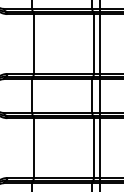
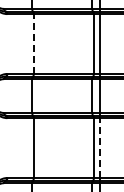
line at (33, 44): solid -> dashed
line at (99, 148): solid -> dashed
